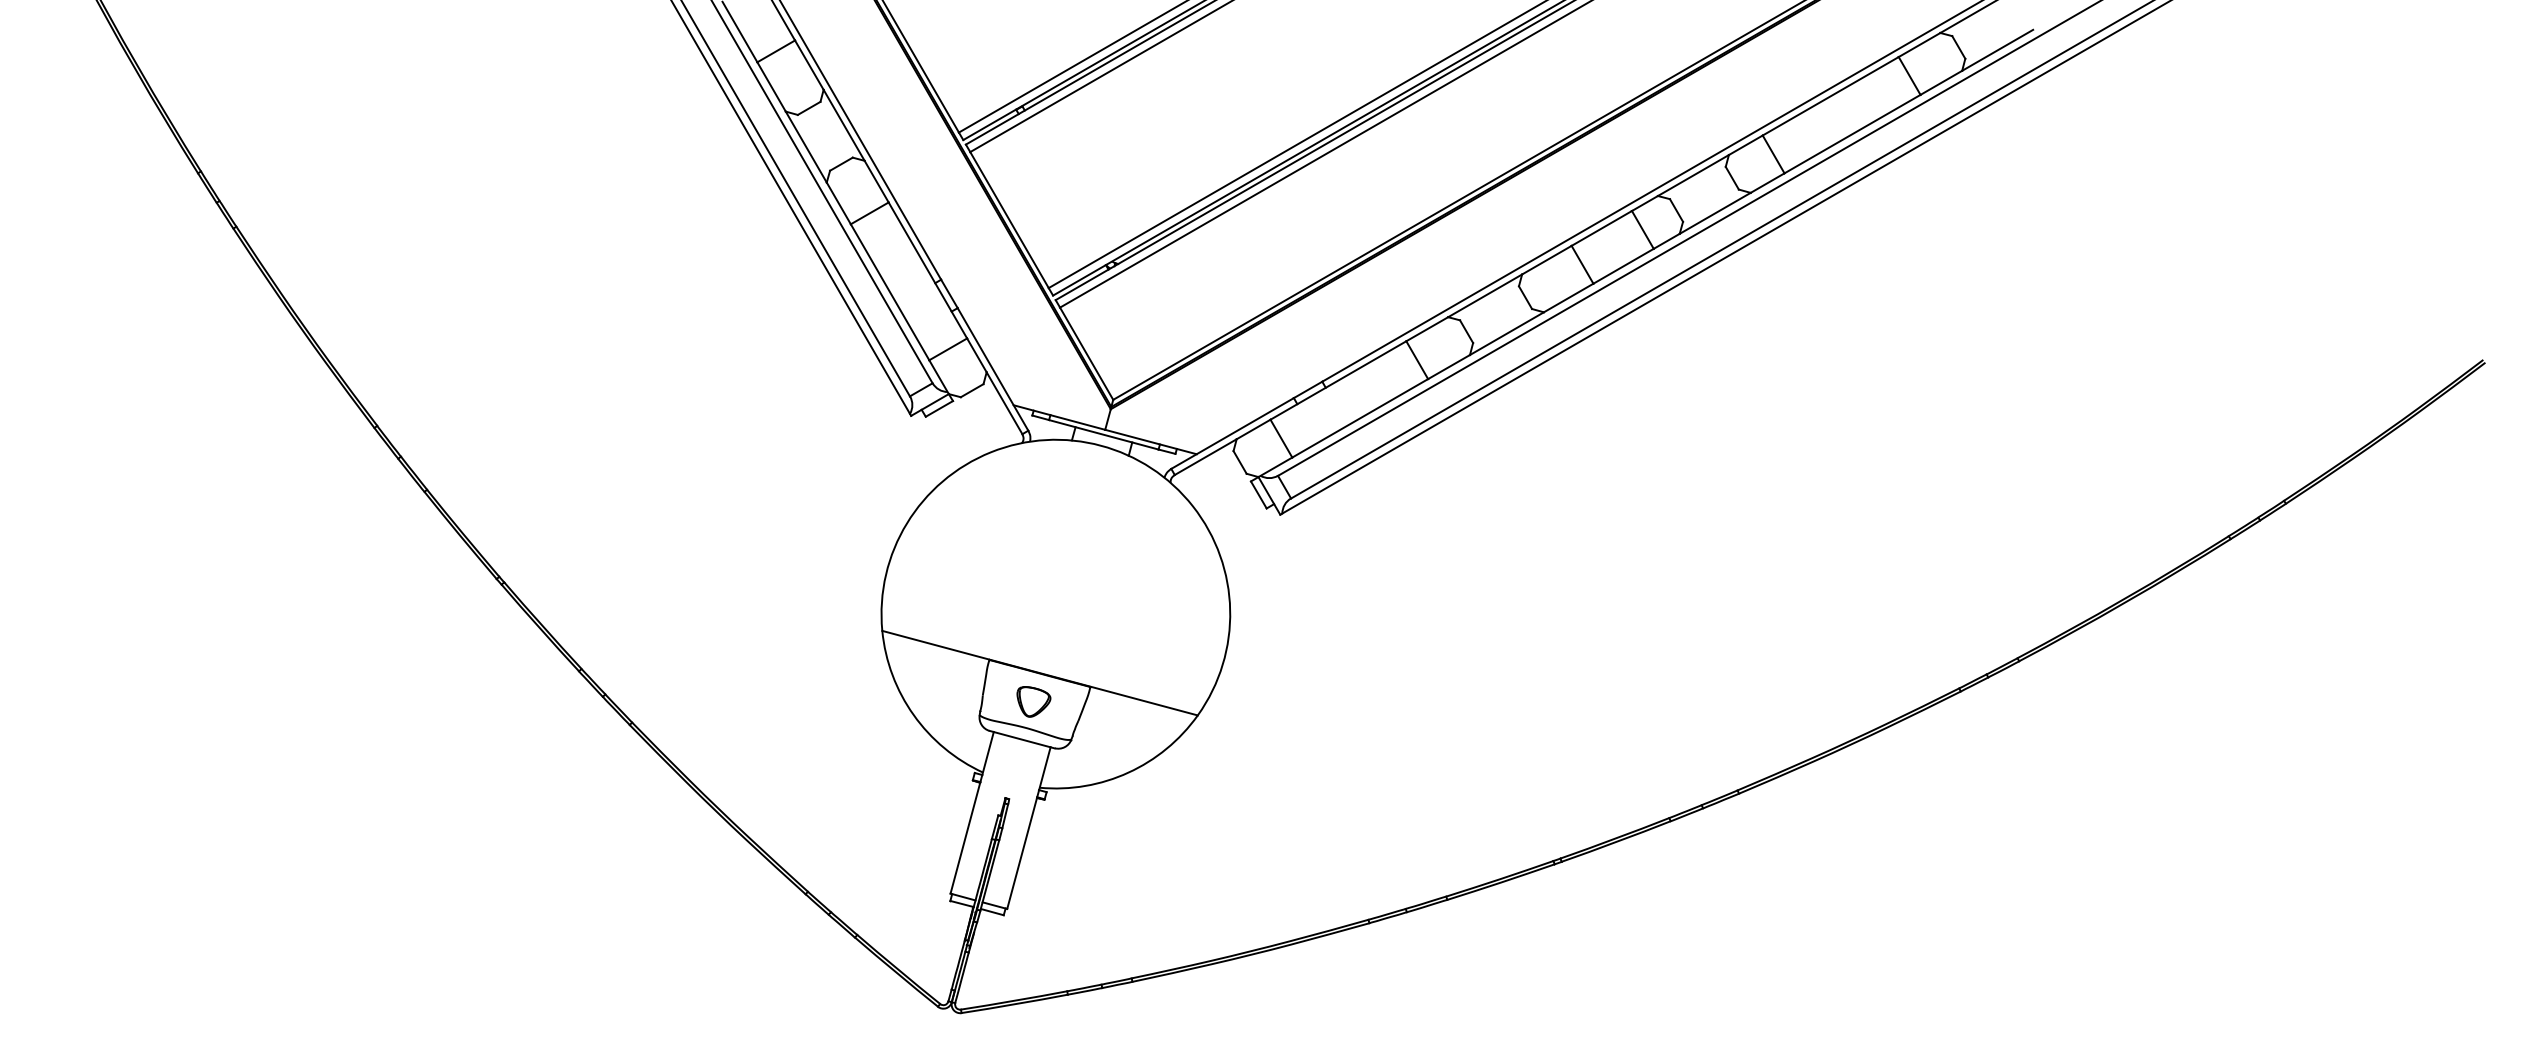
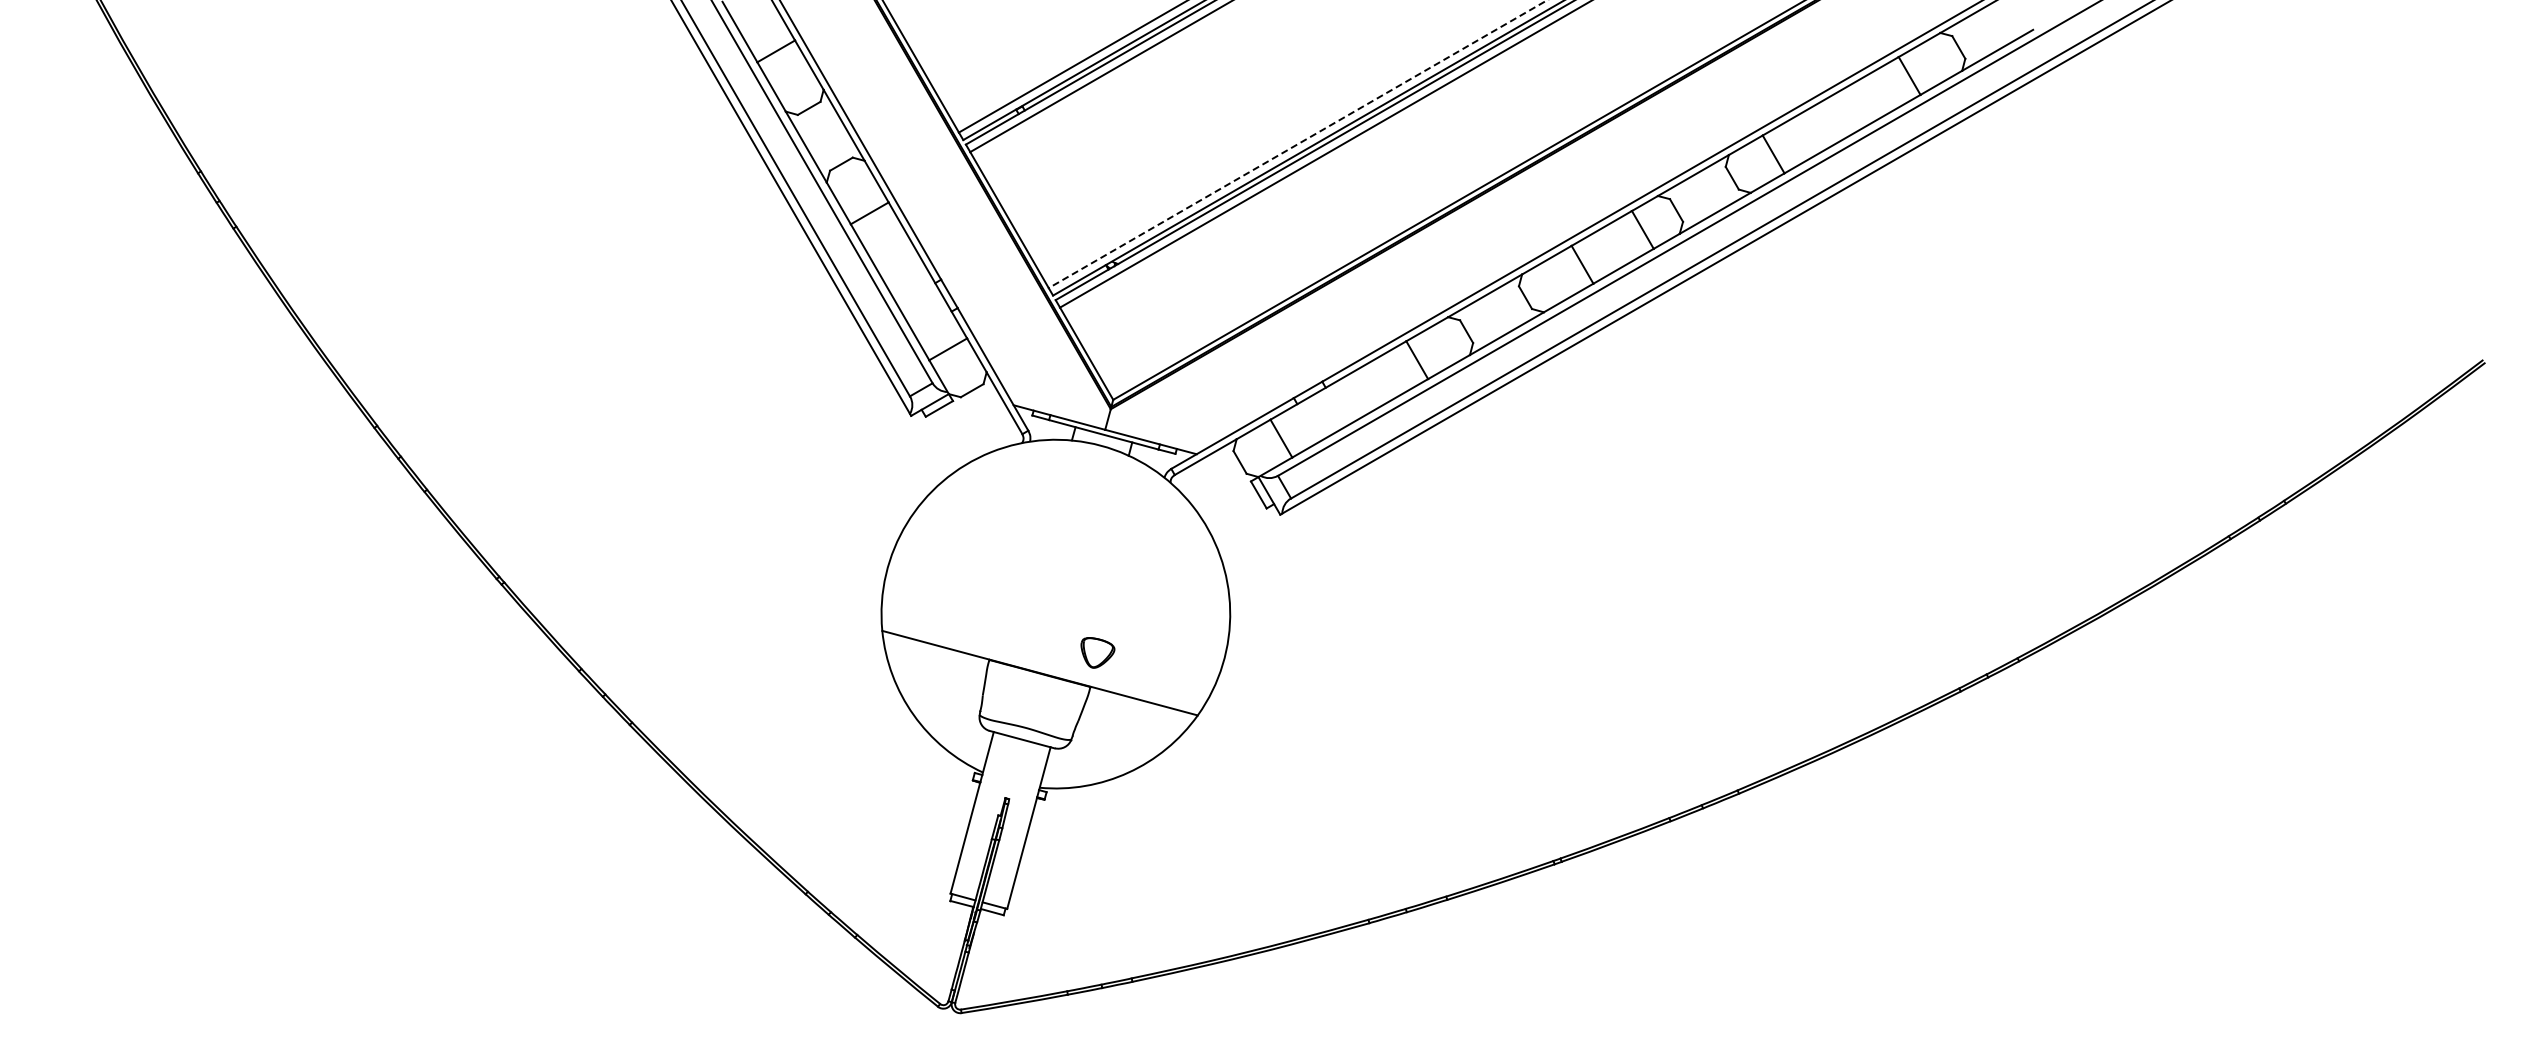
line at (1298, 144): solid -> dashed
part at (1033, 701) position: (1033, 701) -> (1097, 652)
